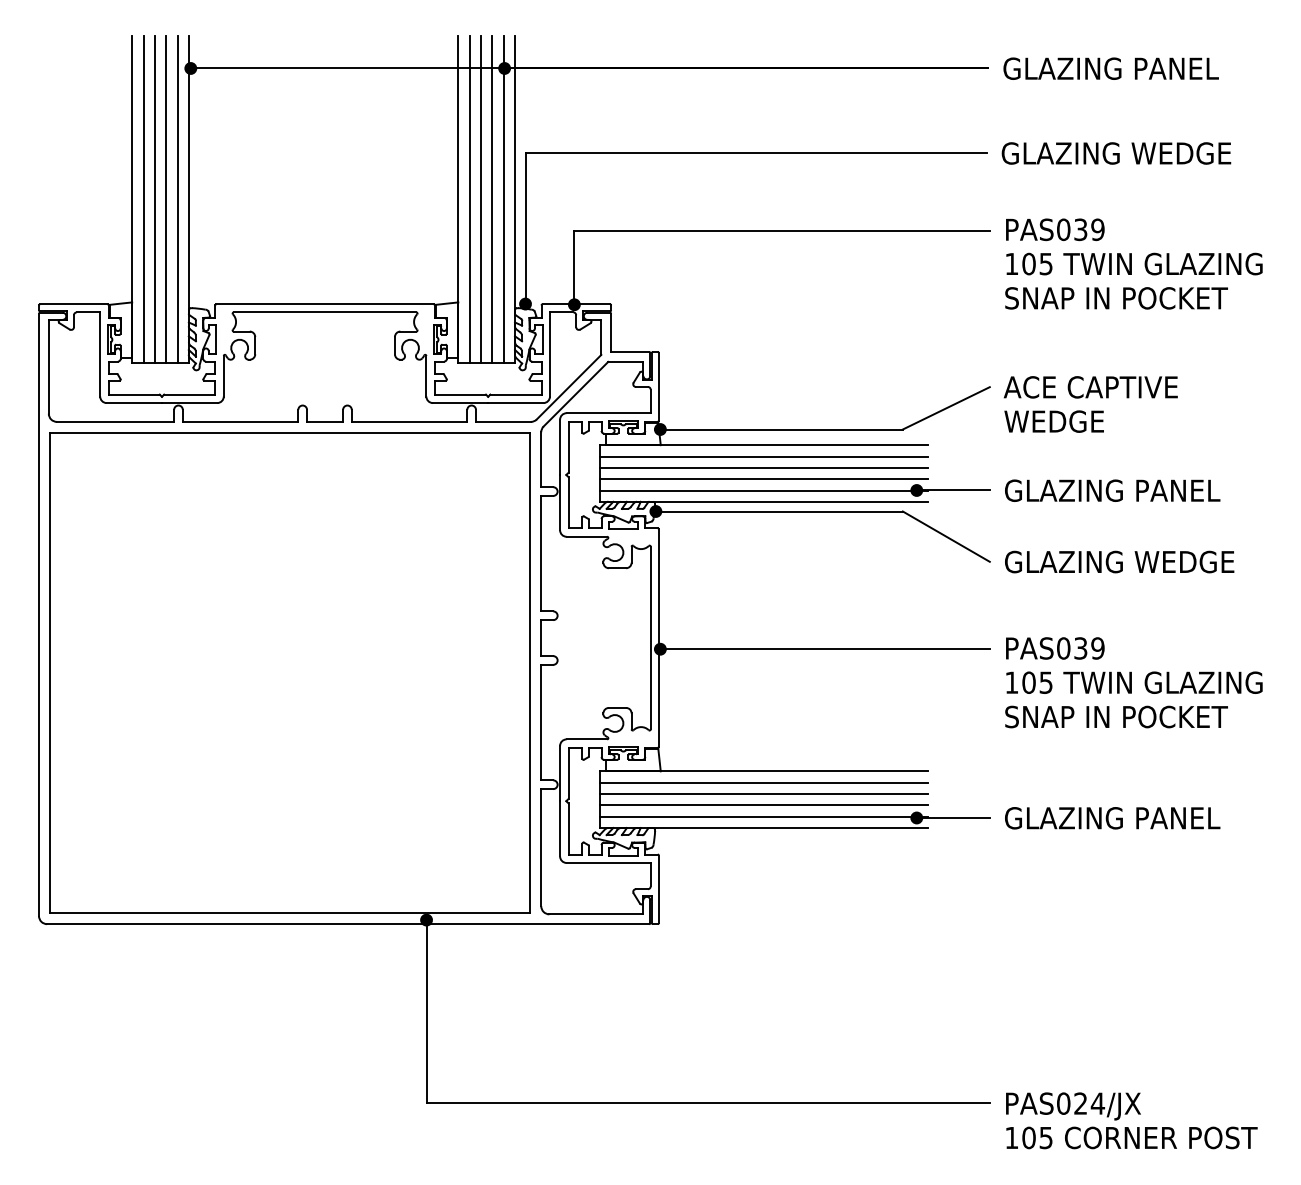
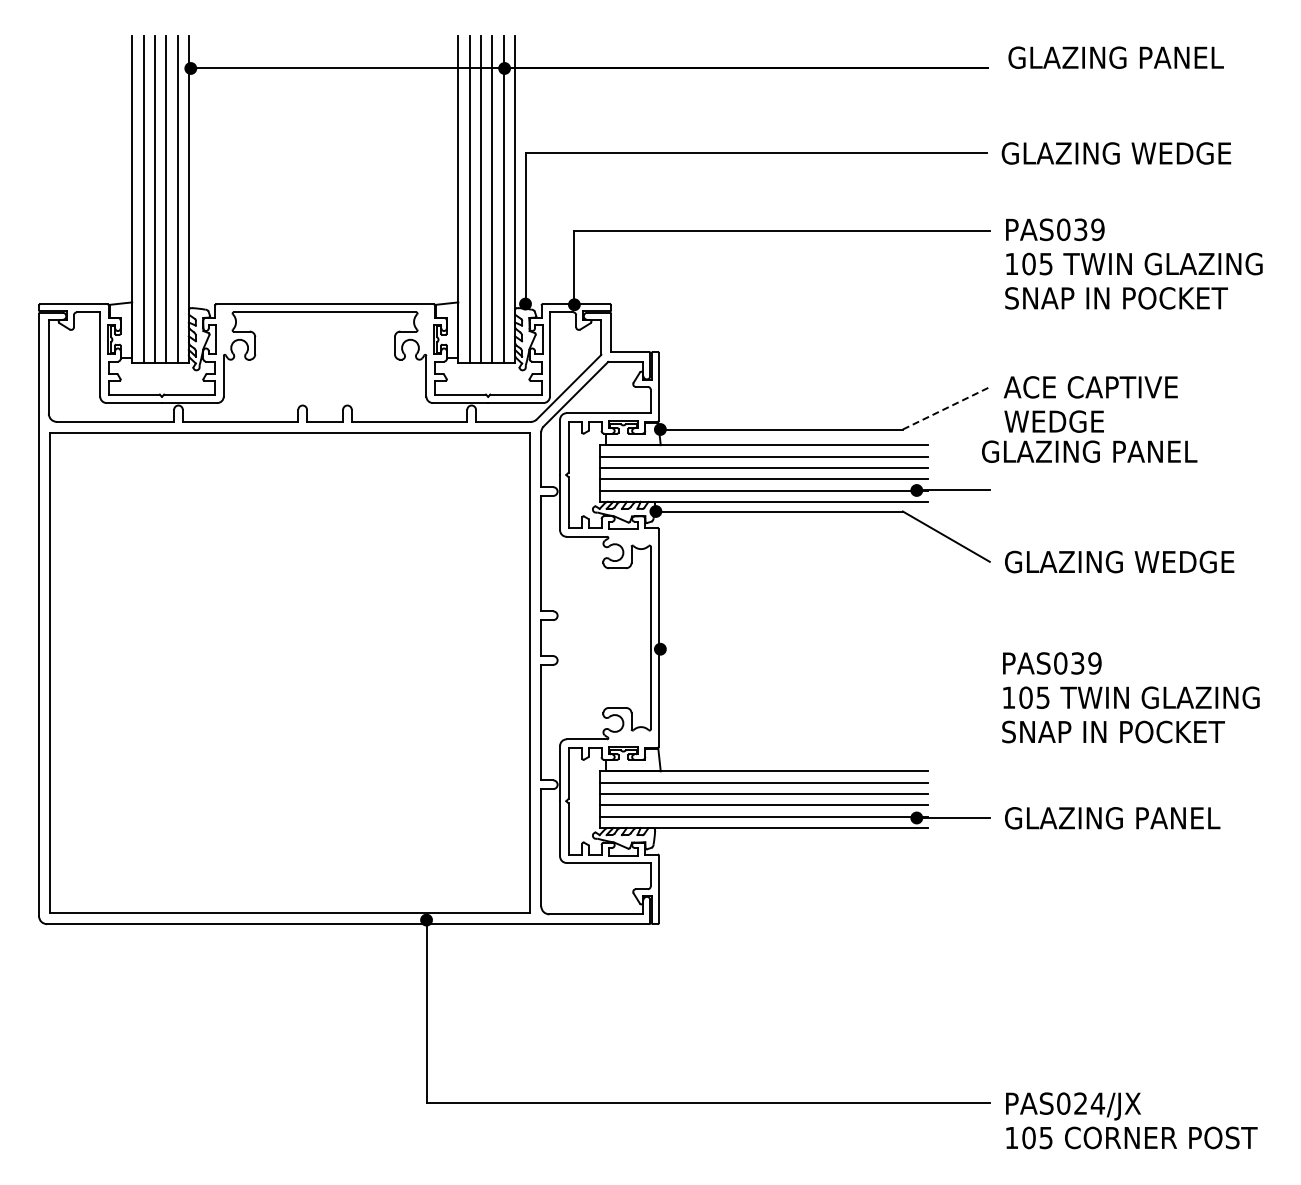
text at (1110, 68) position: (1110, 68) -> (1115, 57)
line at (946, 408): solid -> dashed
text at (1112, 490) position: (1112, 490) -> (1089, 451)
line at (824, 649): present -> none
text at (1133, 682) position: (1133, 682) -> (1130, 697)
